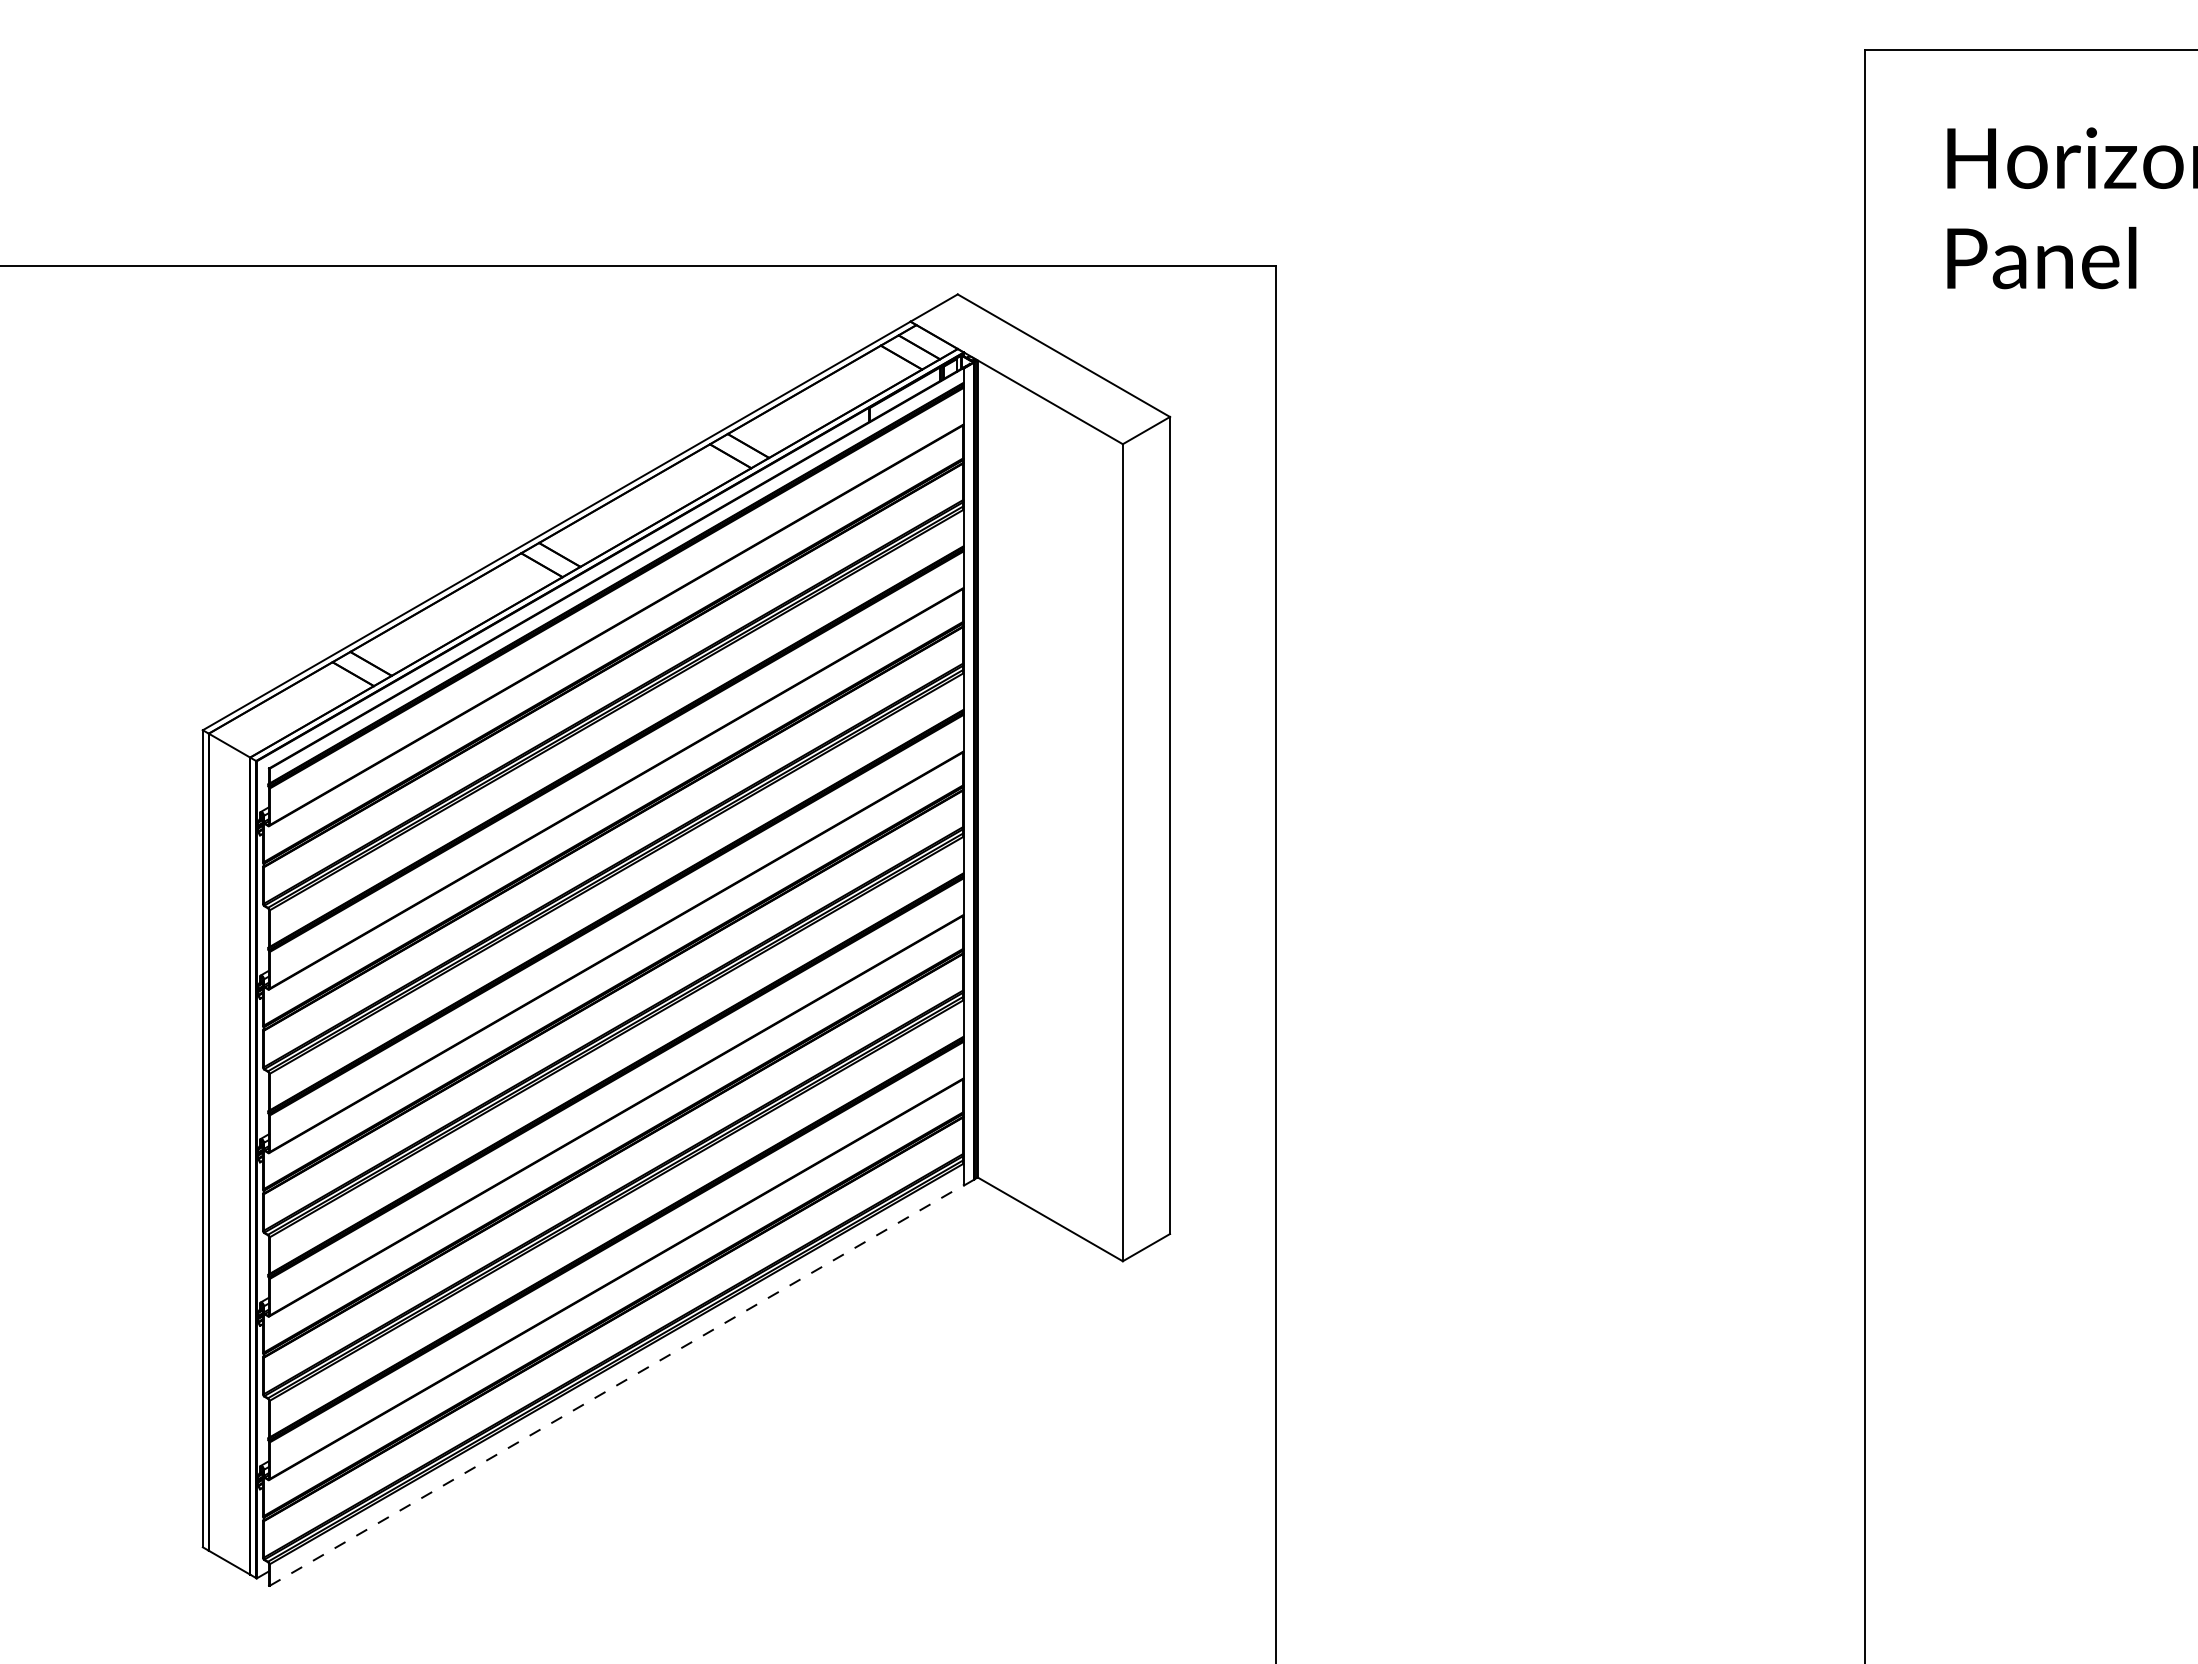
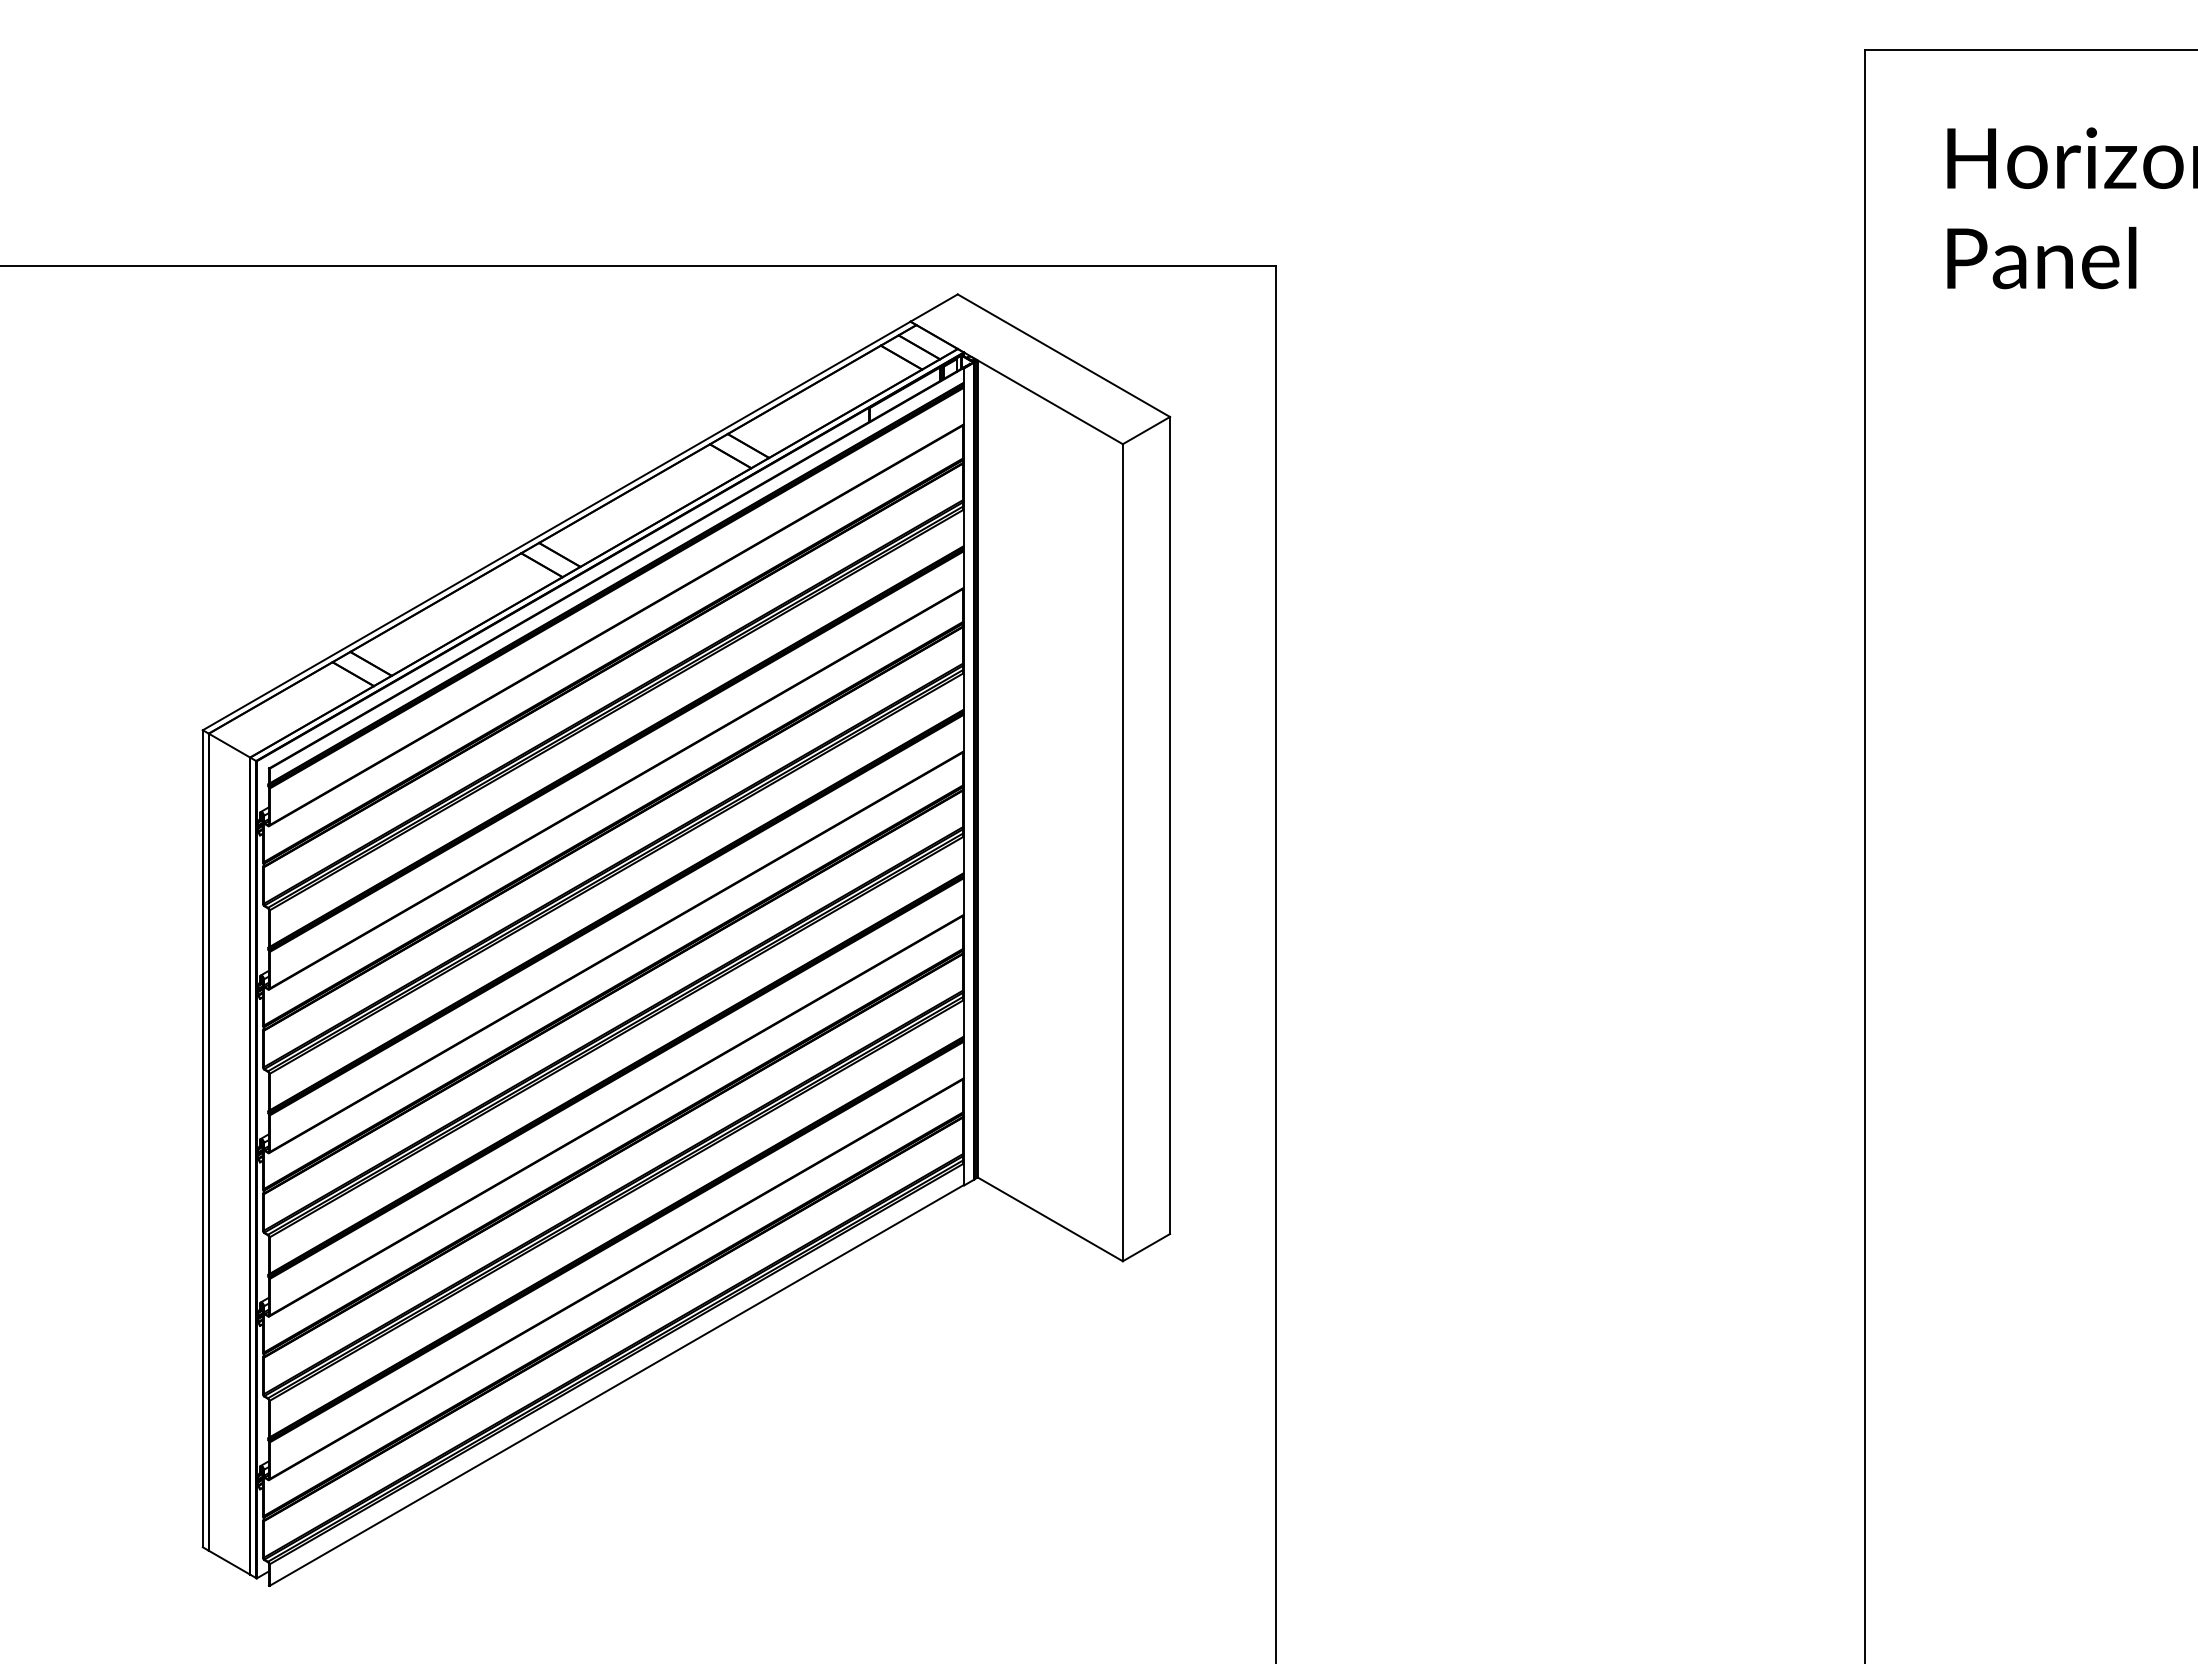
line at (616, 1385): dashed -> solid
